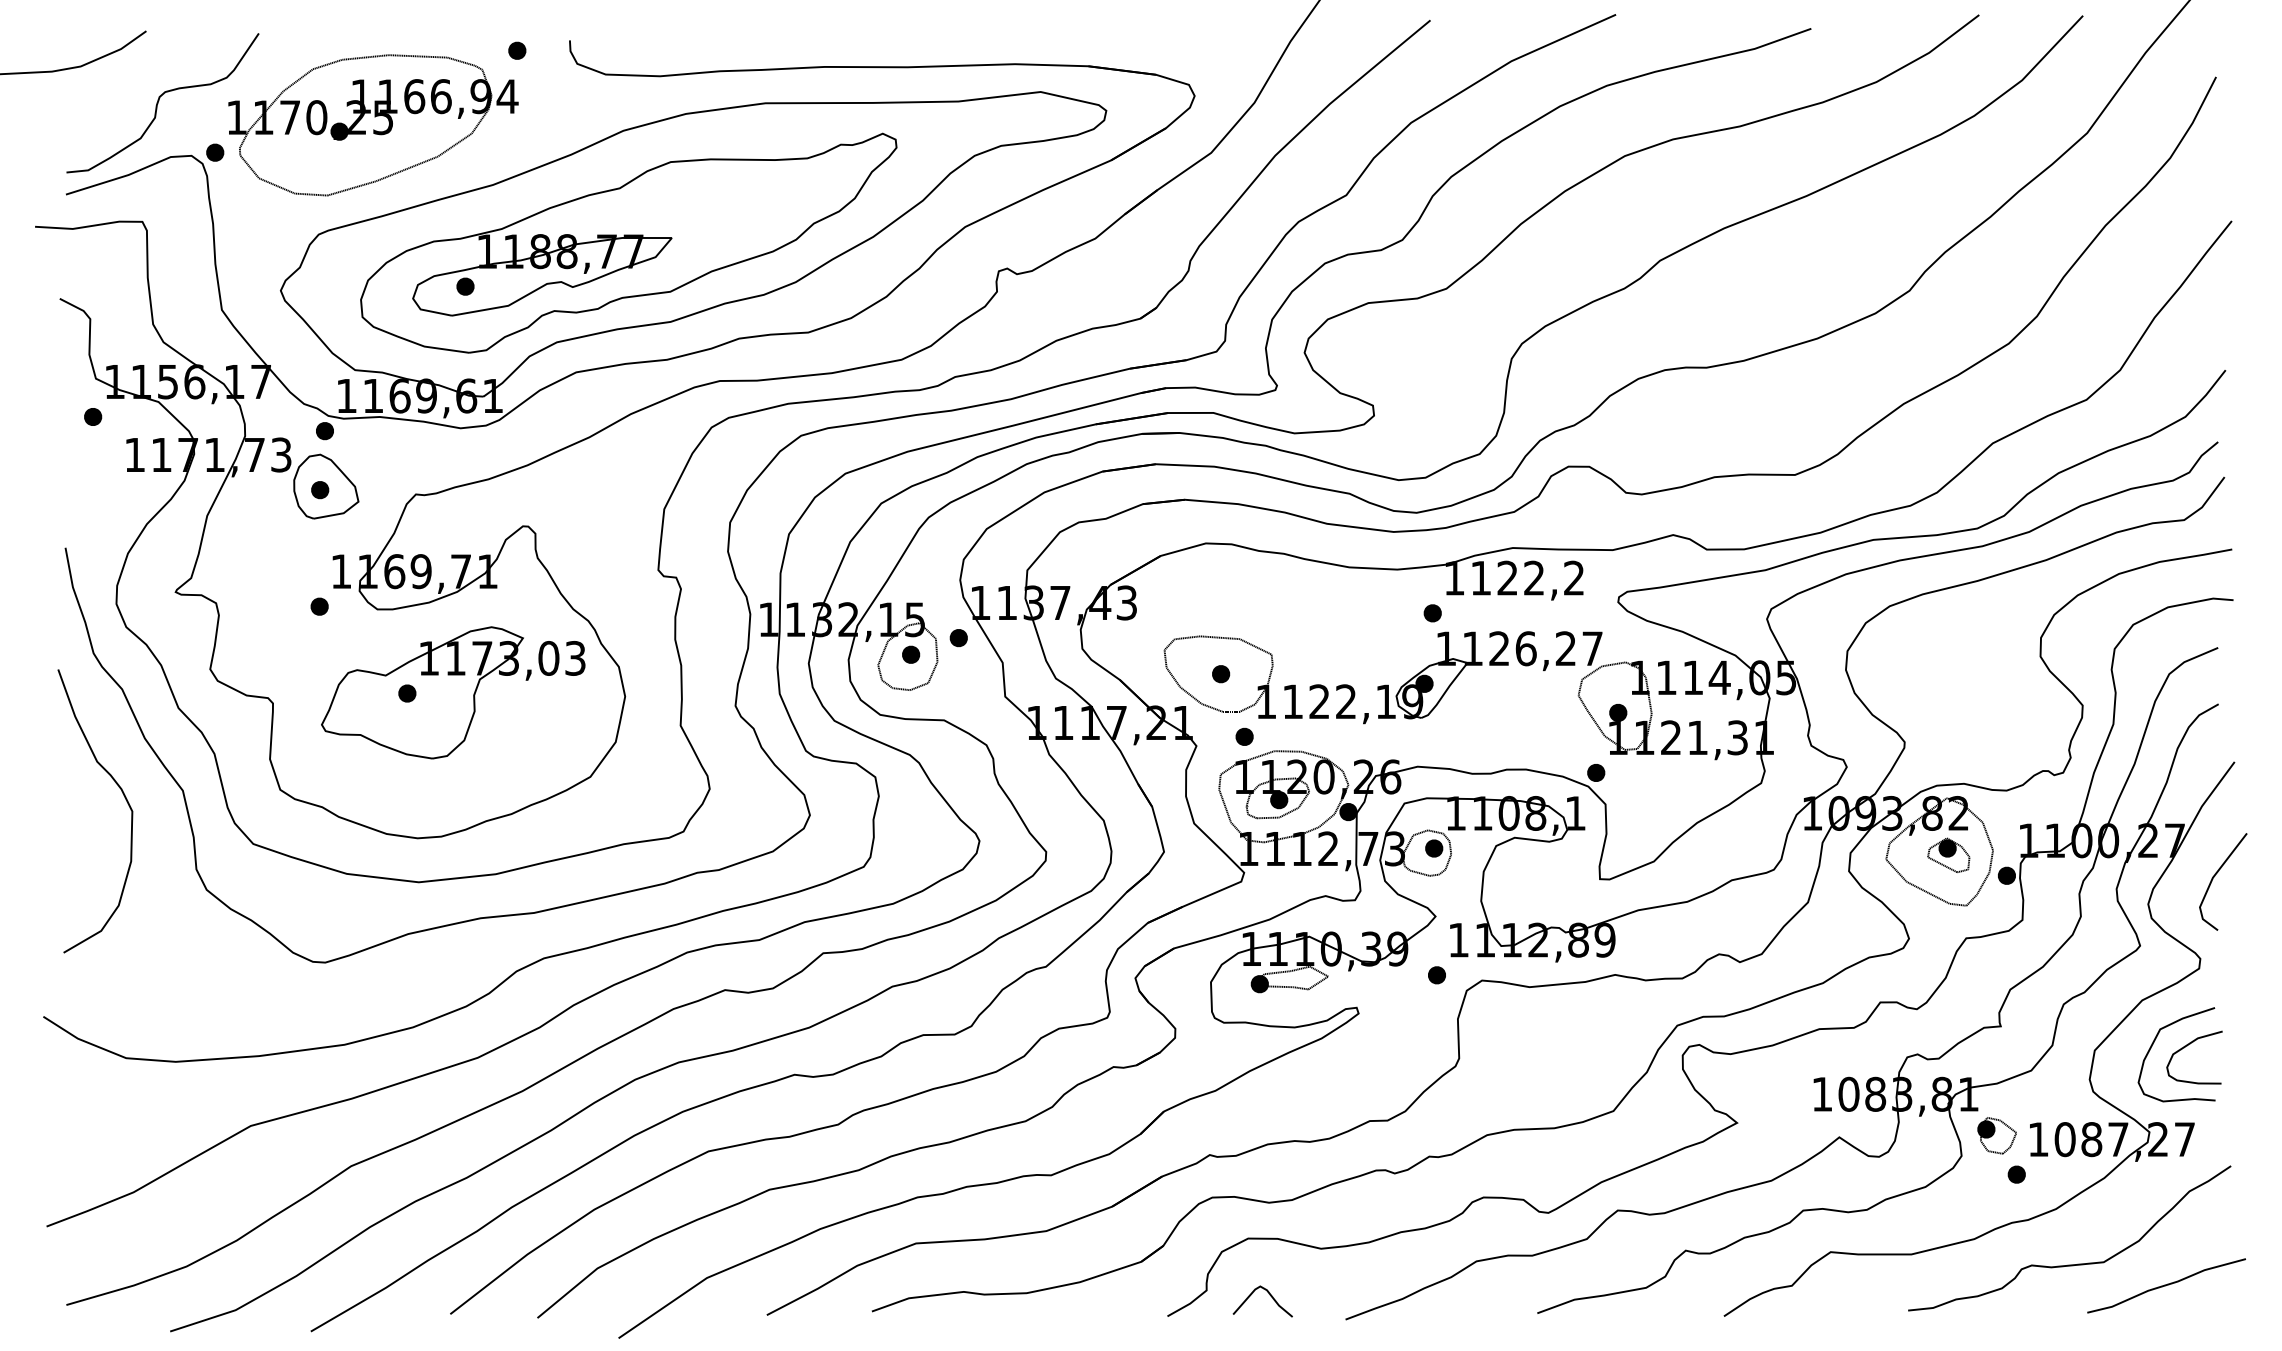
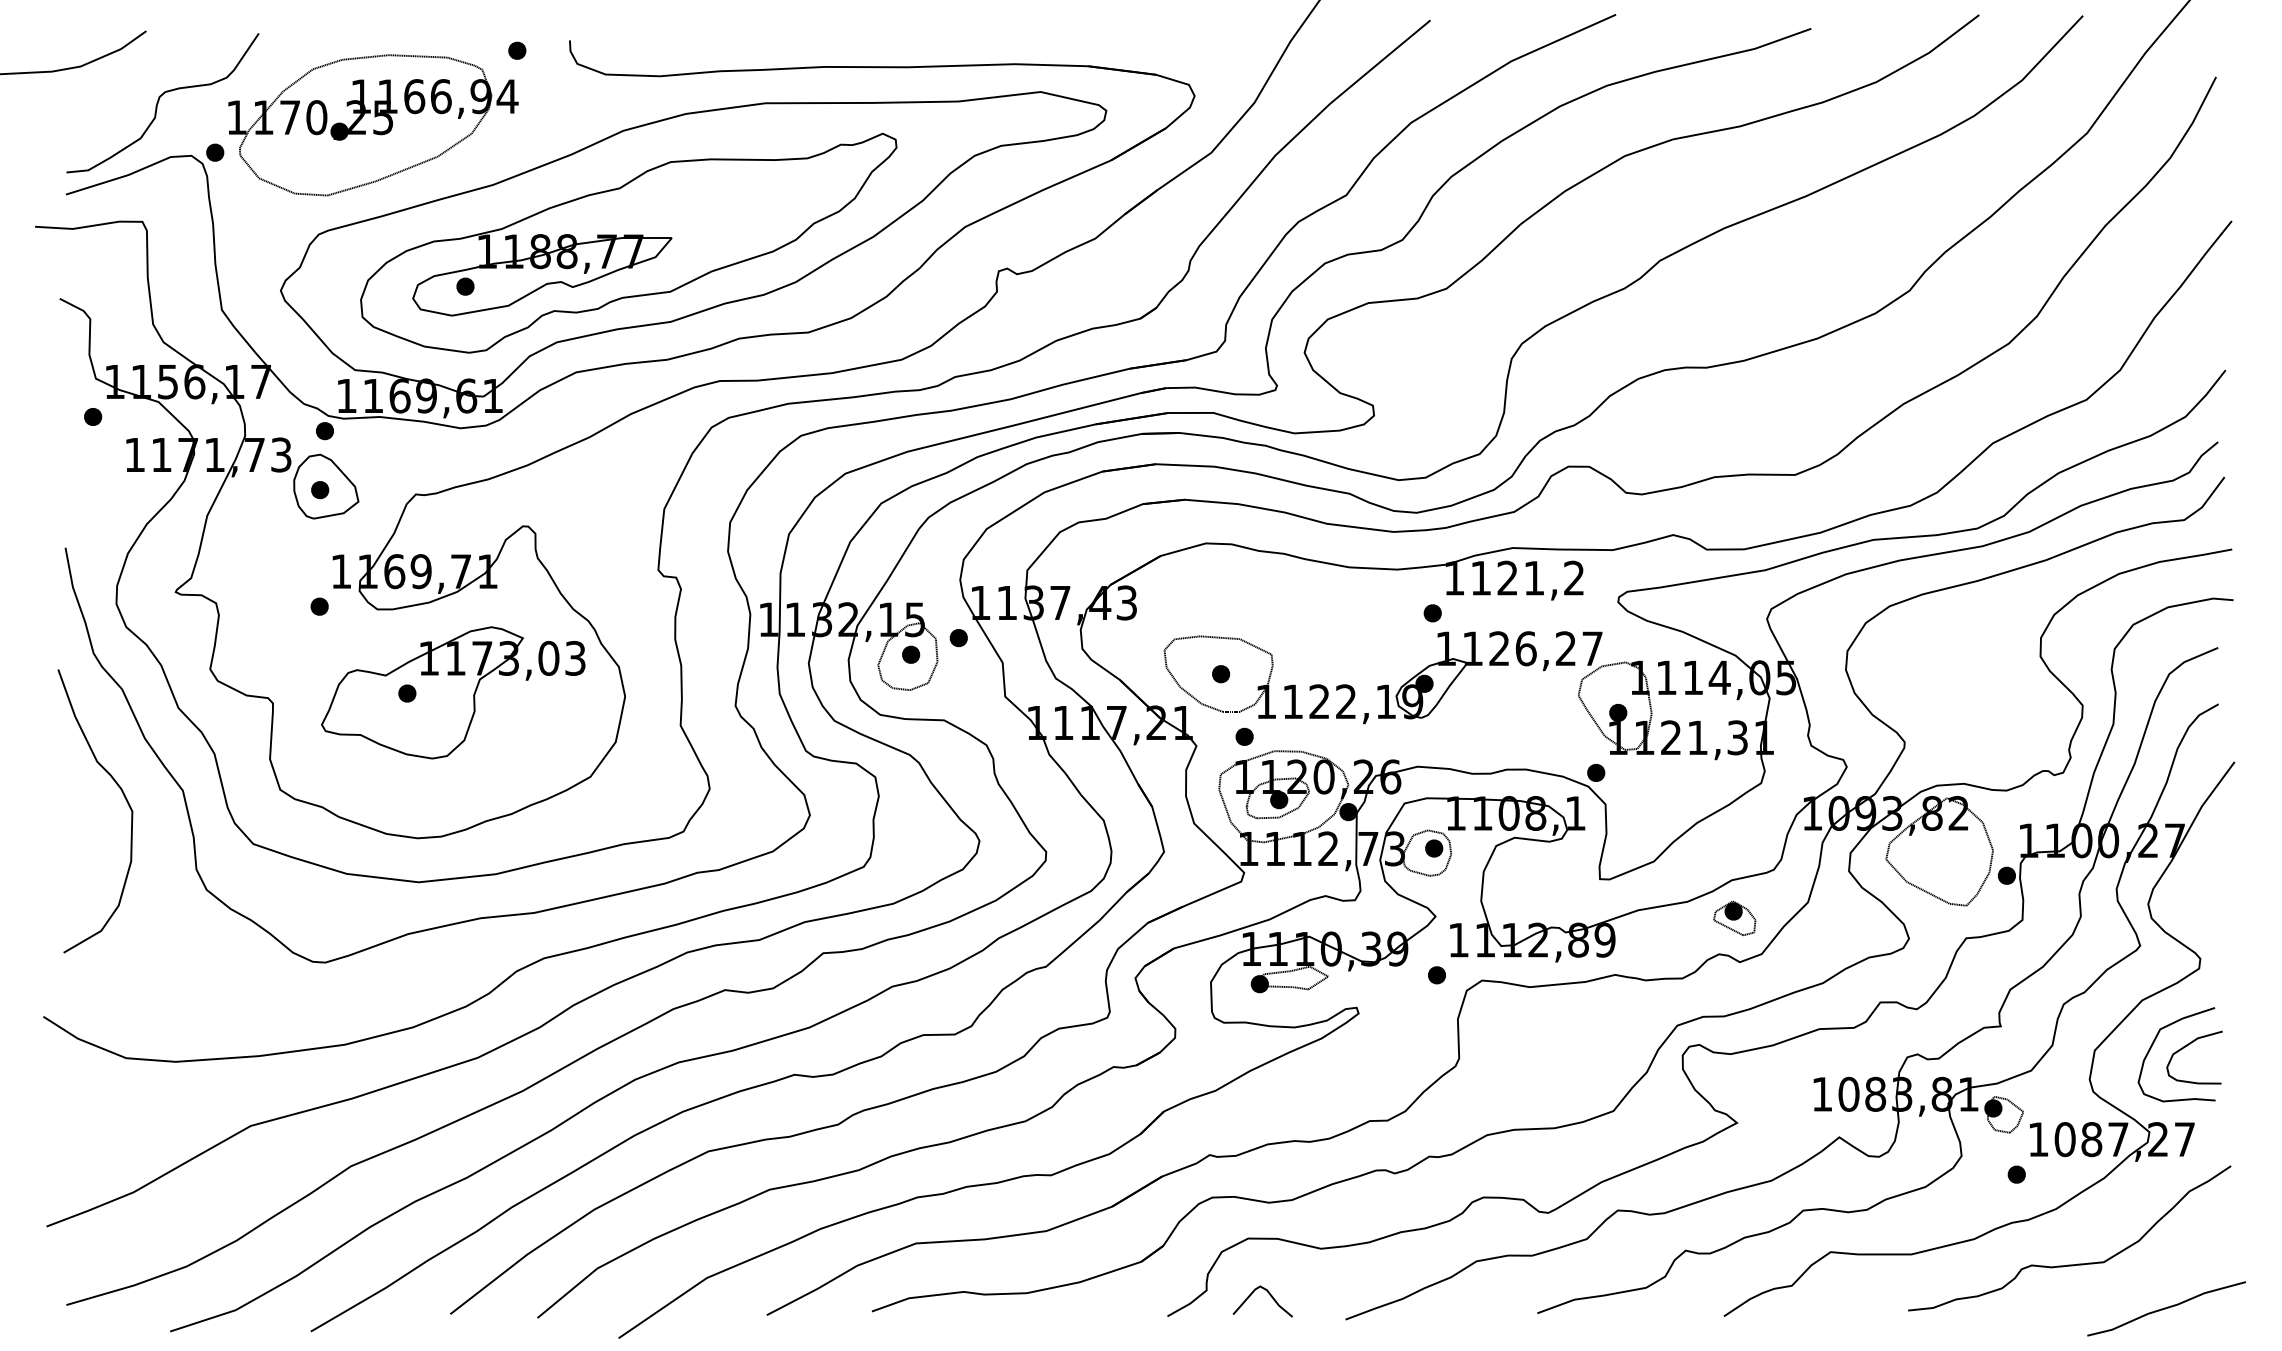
text at (1533, 577): 1122,2 -> 1121,2
part at (1948, 854) position: (1948, 854) -> (1734, 917)
line at (2215, 876): present -> none
part at (1996, 1135) position: (1996, 1135) -> (2003, 1114)
curve at (2166, 1285) position: (2166, 1285) -> (2166, 1308)
